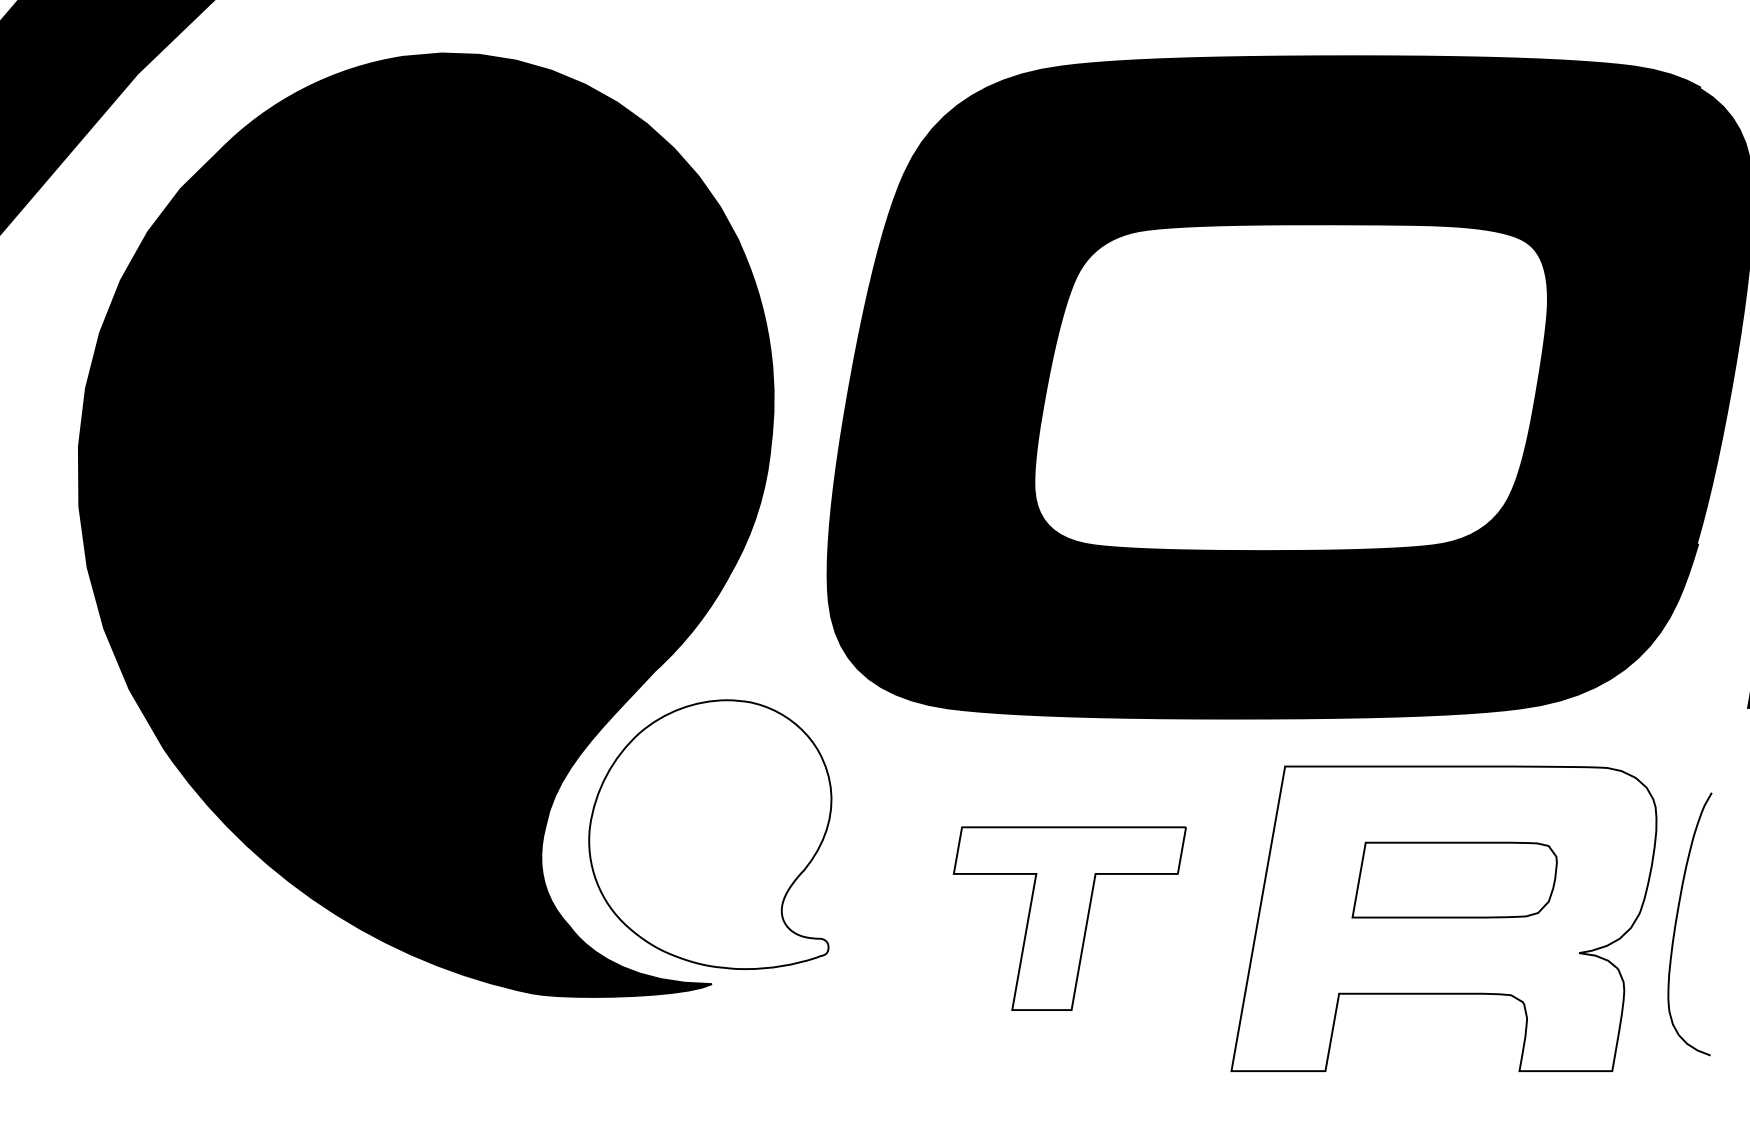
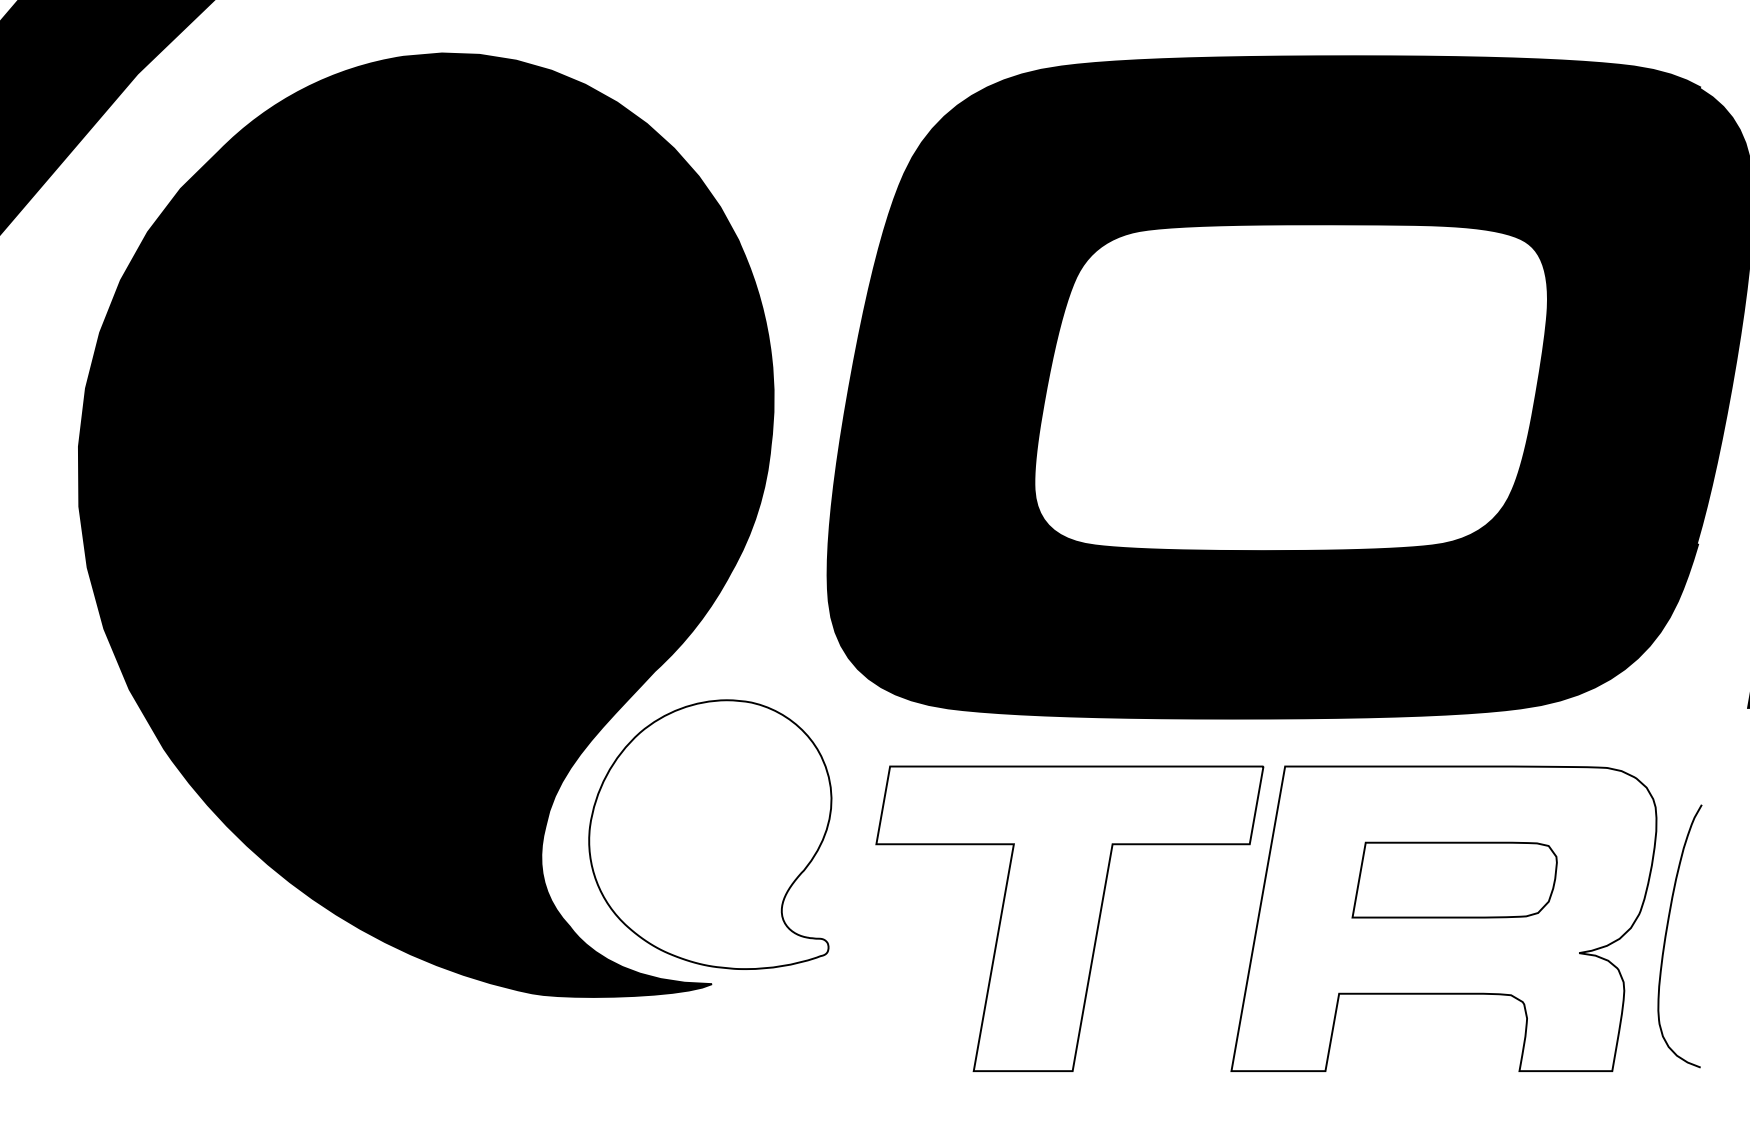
part at (1069, 918) size: 235x185 px -> 390x307 px
curve at (1677, 920) position: (1677, 920) -> (1667, 932)
